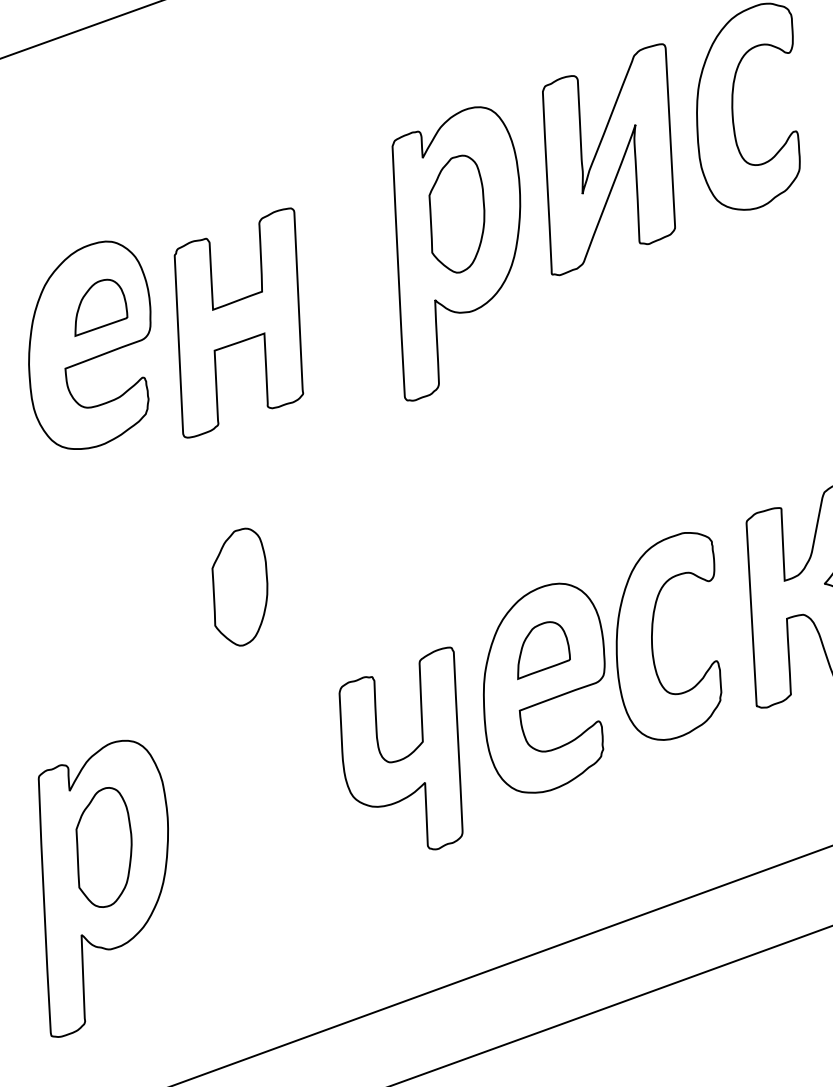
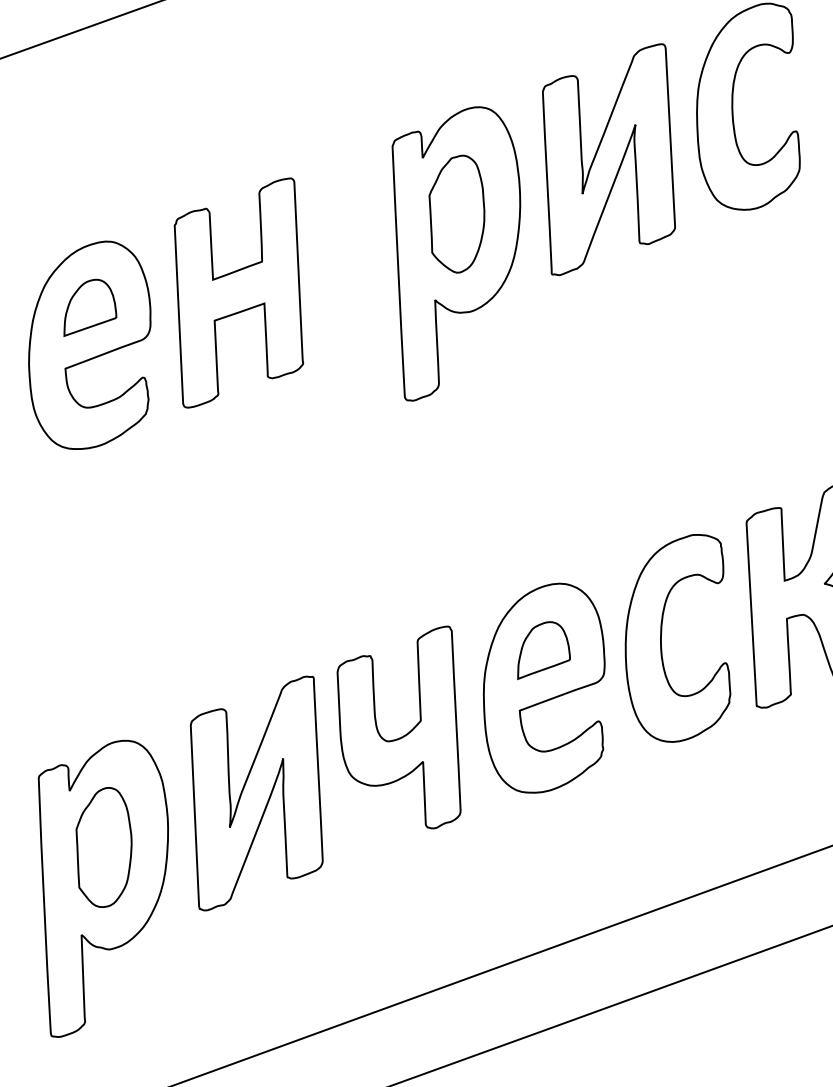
part at (101, 307) position: (101, 307) -> (90, 307)
part at (238, 322) position: (238, 322) -> (238, 292)
part at (239, 586): present -> none
part at (652, 636) position: (652, 636) -> (661, 638)
part at (405, 756) position: (405, 756) -> (403, 735)
part at (256, 793): none -> present
